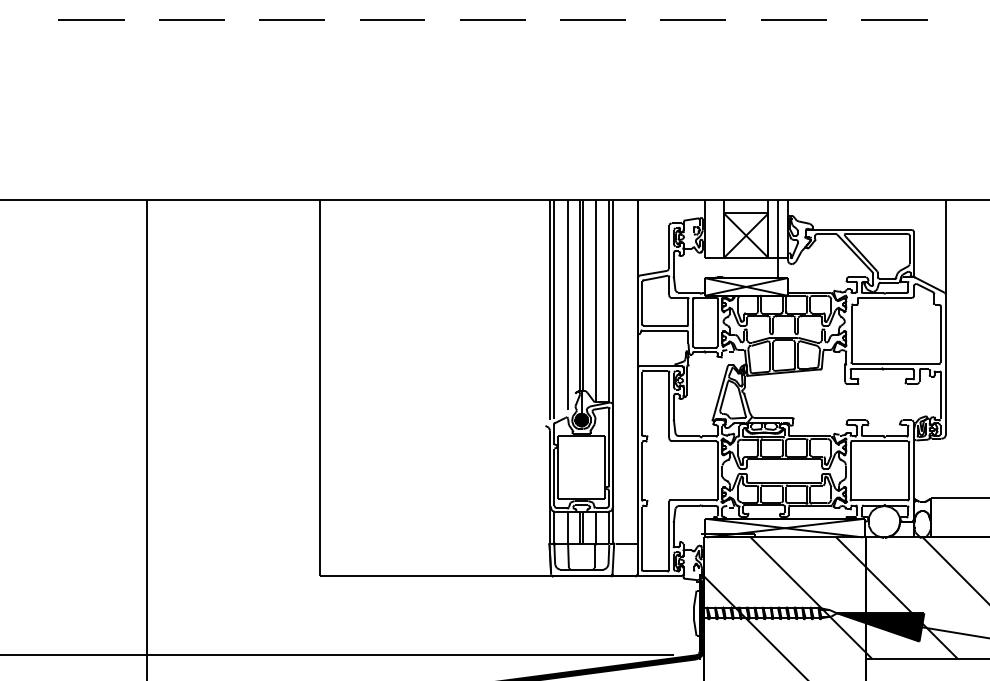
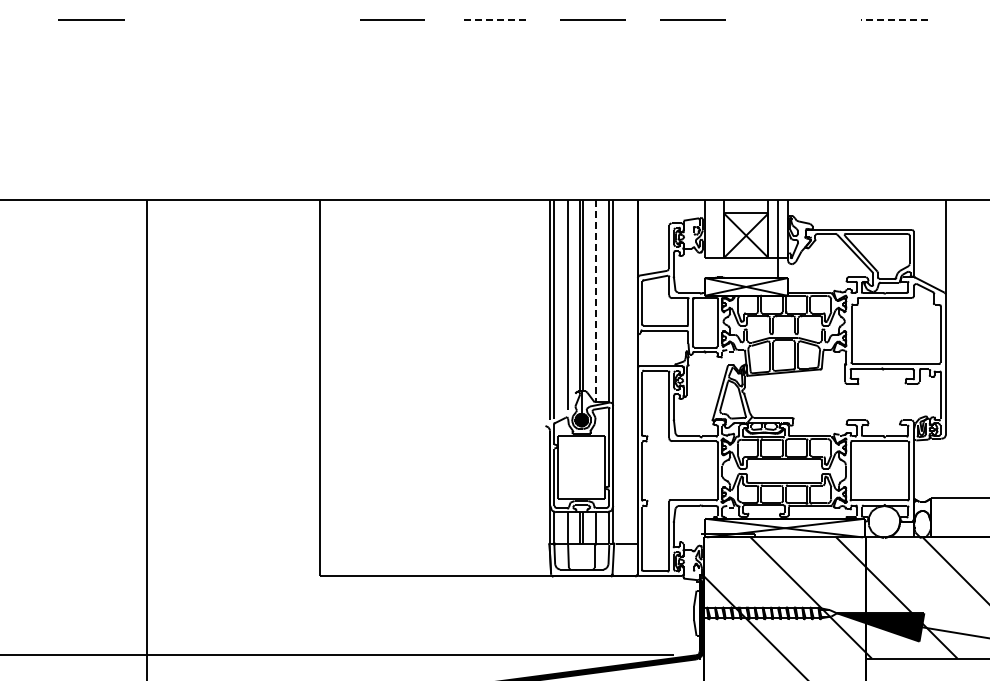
line at (191, 19): present -> none
line at (291, 19): present -> none
line at (793, 19): present -> none
line at (492, 20): solid -> dashed
line at (893, 20): solid -> dashed
line at (595, 301): solid -> dashed
